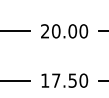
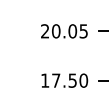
line at (15, 31): present -> none
text at (83, 31): 20.00 -> 20.05
line at (15, 80): present -> none
